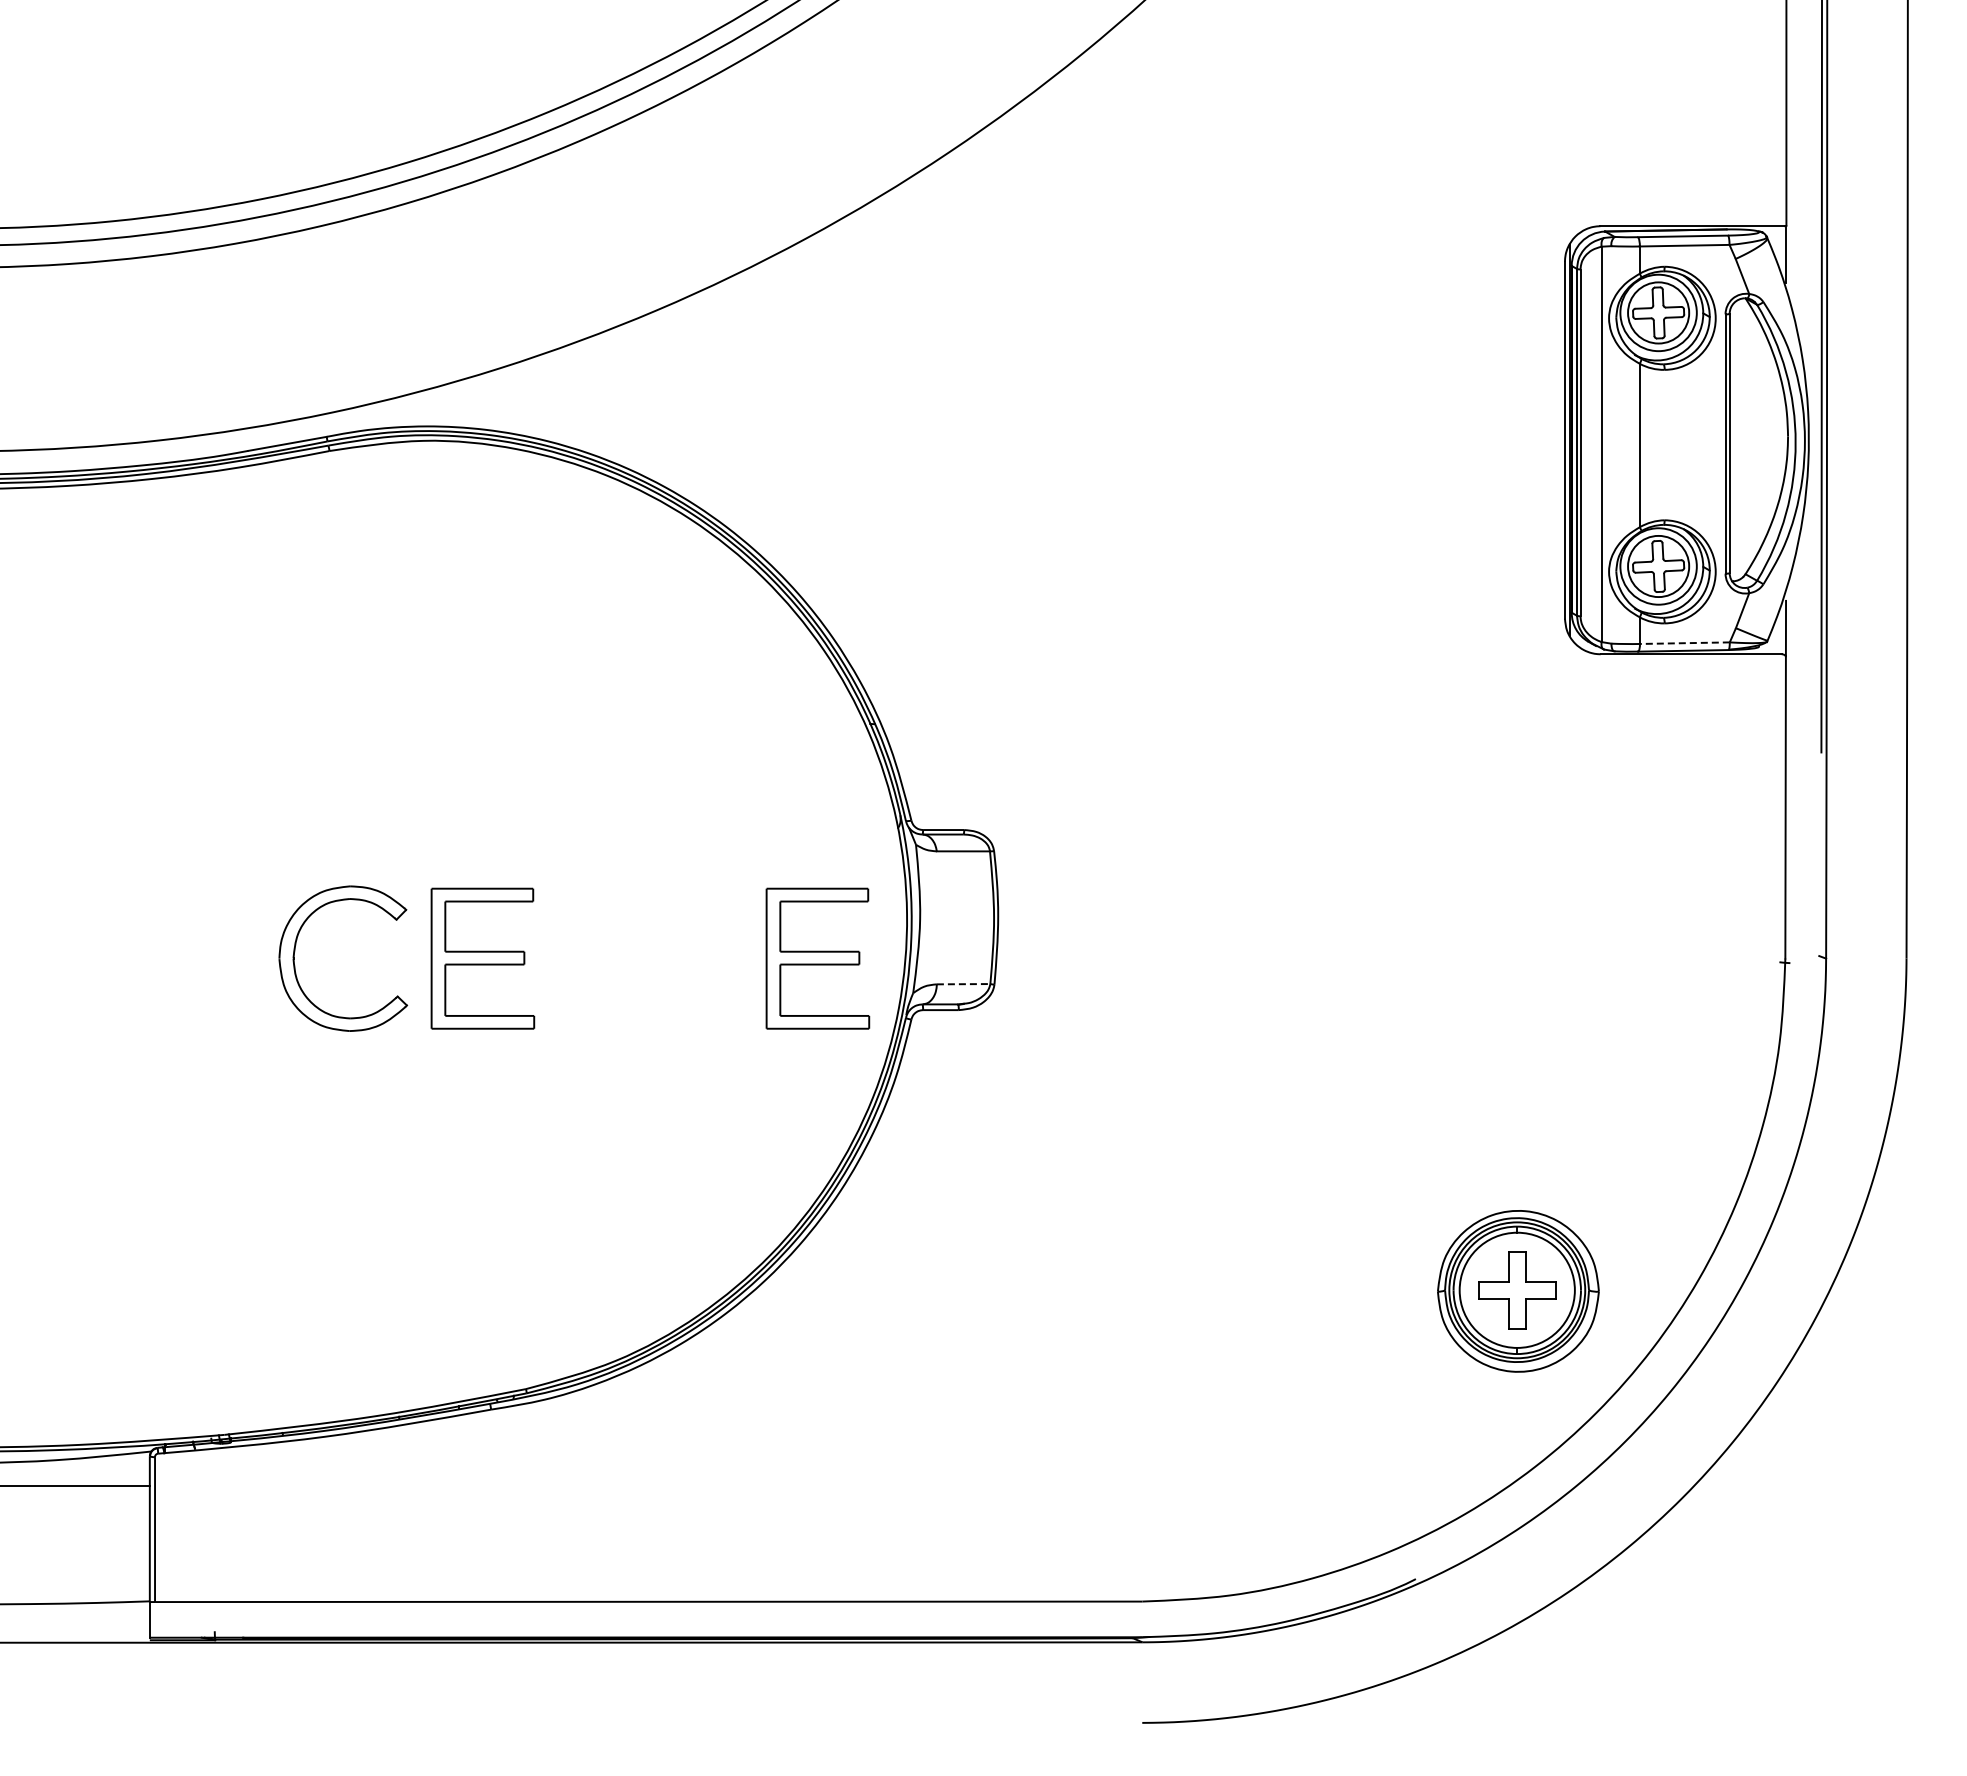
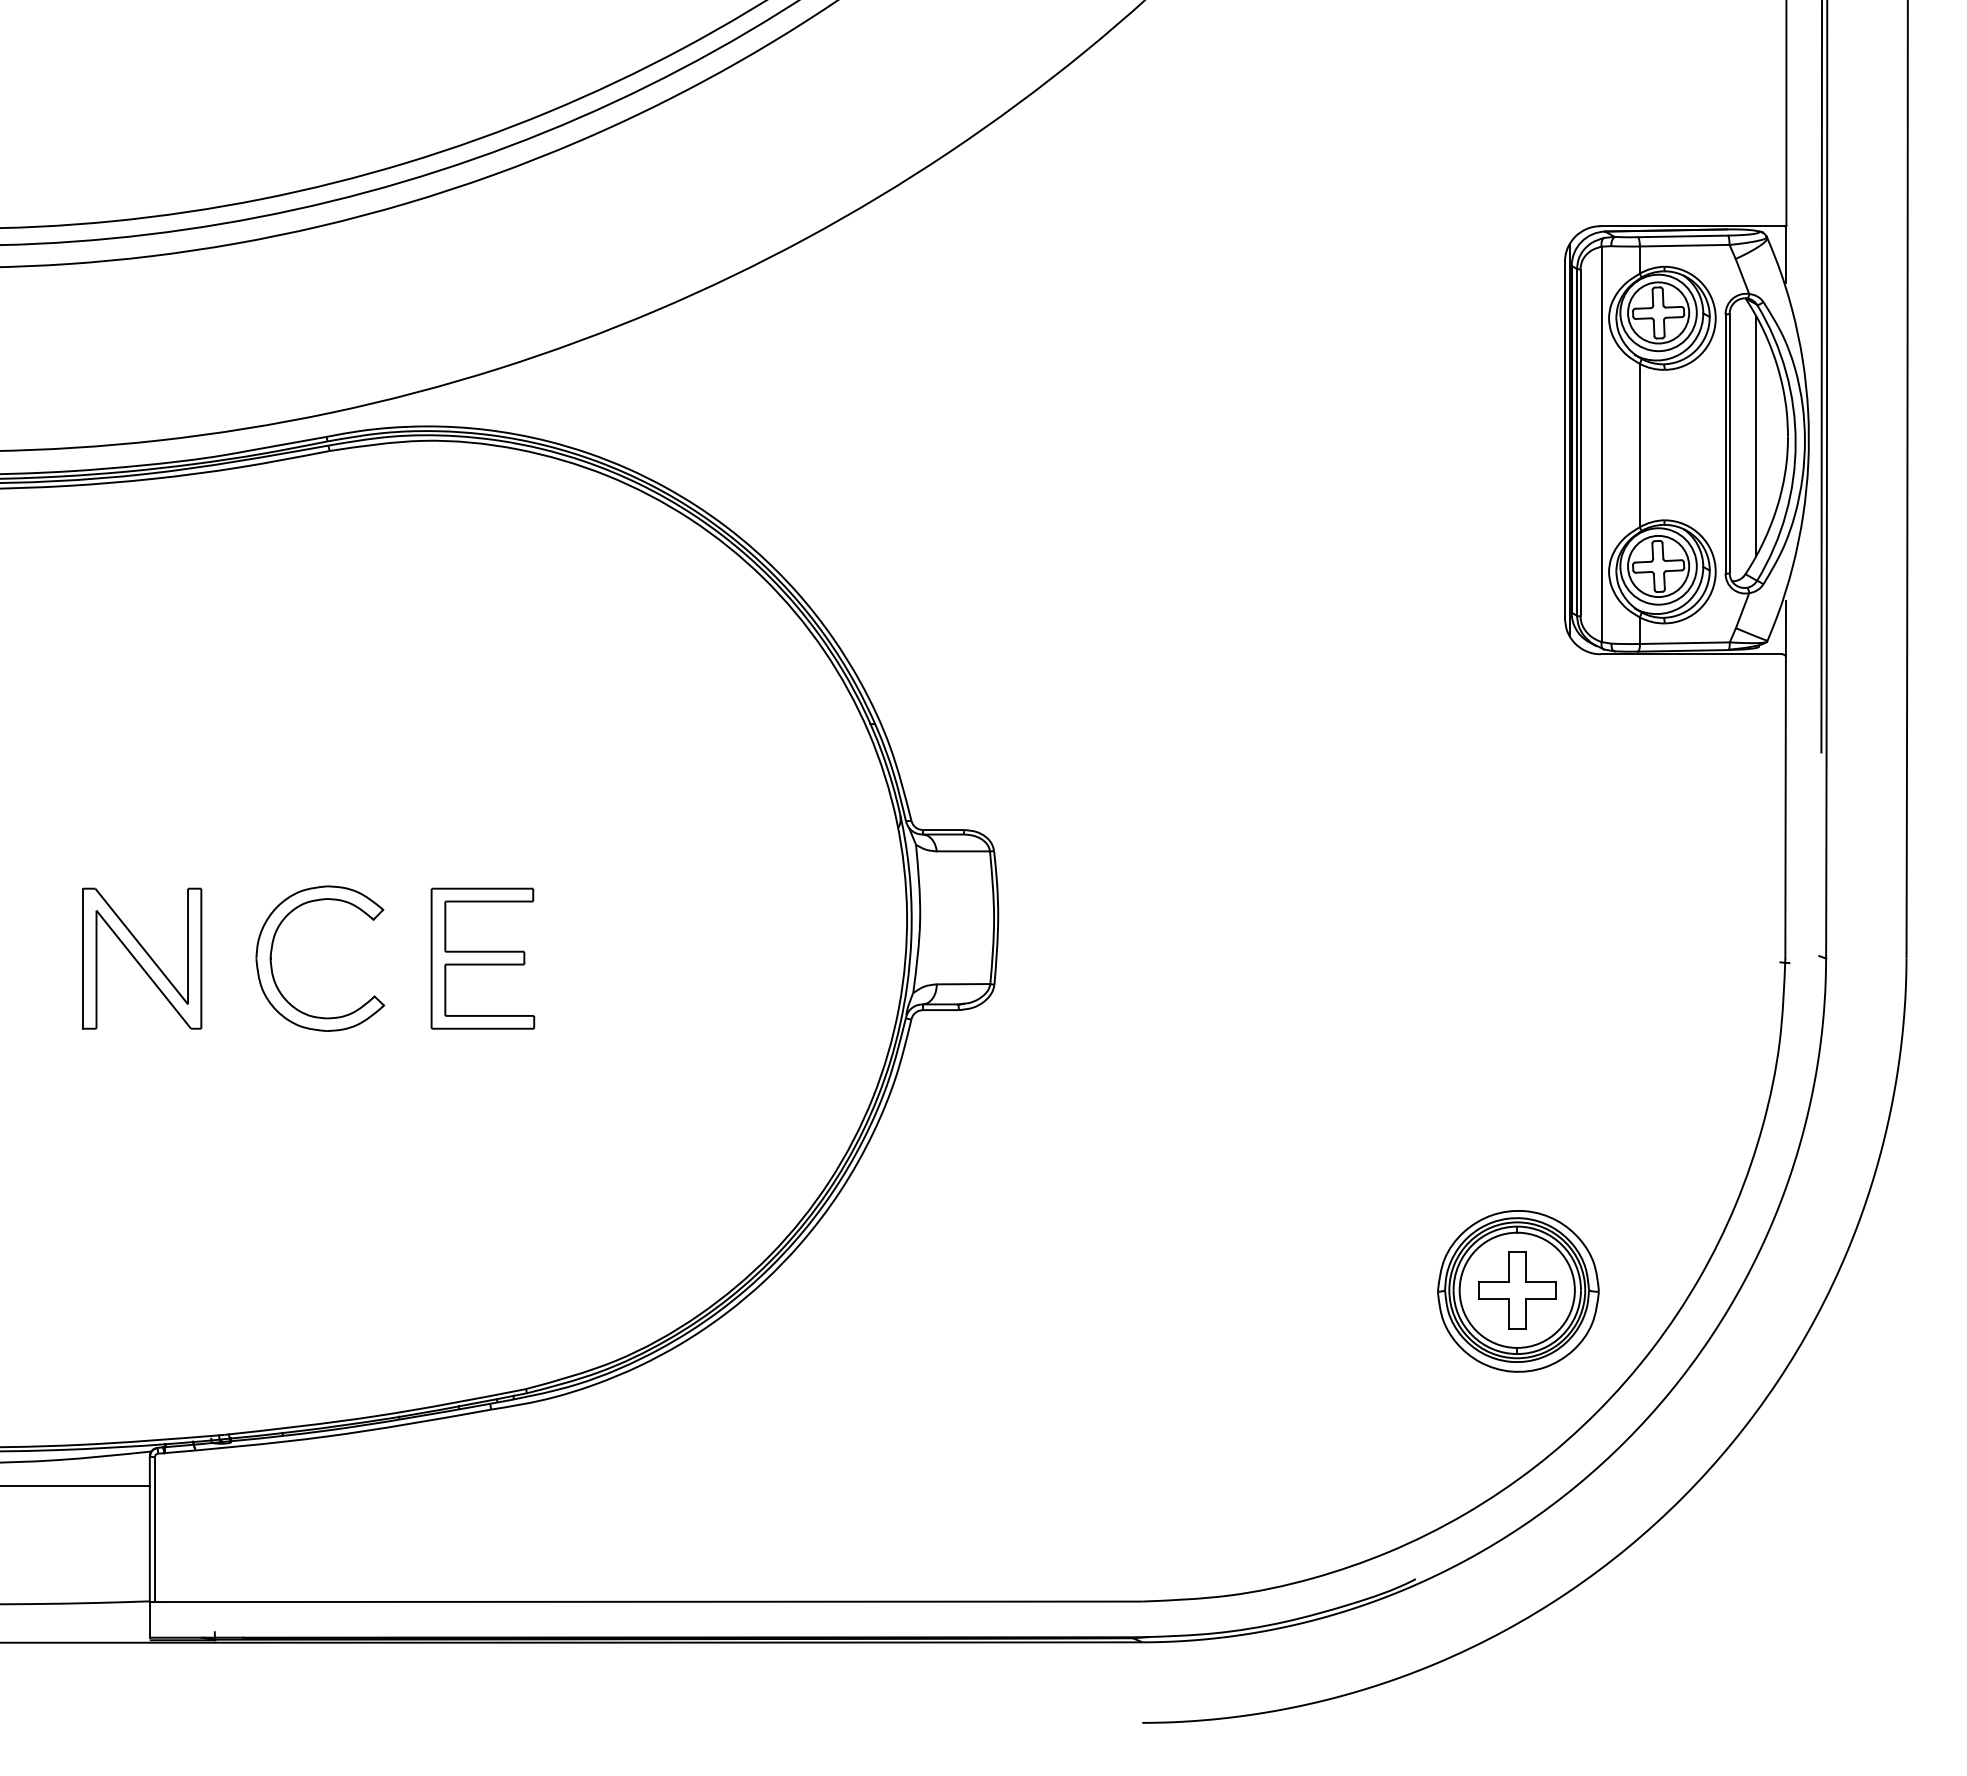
line at (1756, 436): none -> present
line at (1684, 643): dashed -> solid
part at (295, 951) position: (295, 951) -> (272, 951)
part at (142, 958): none -> present
part at (817, 958): present -> none
line at (963, 984): dashed -> solid
